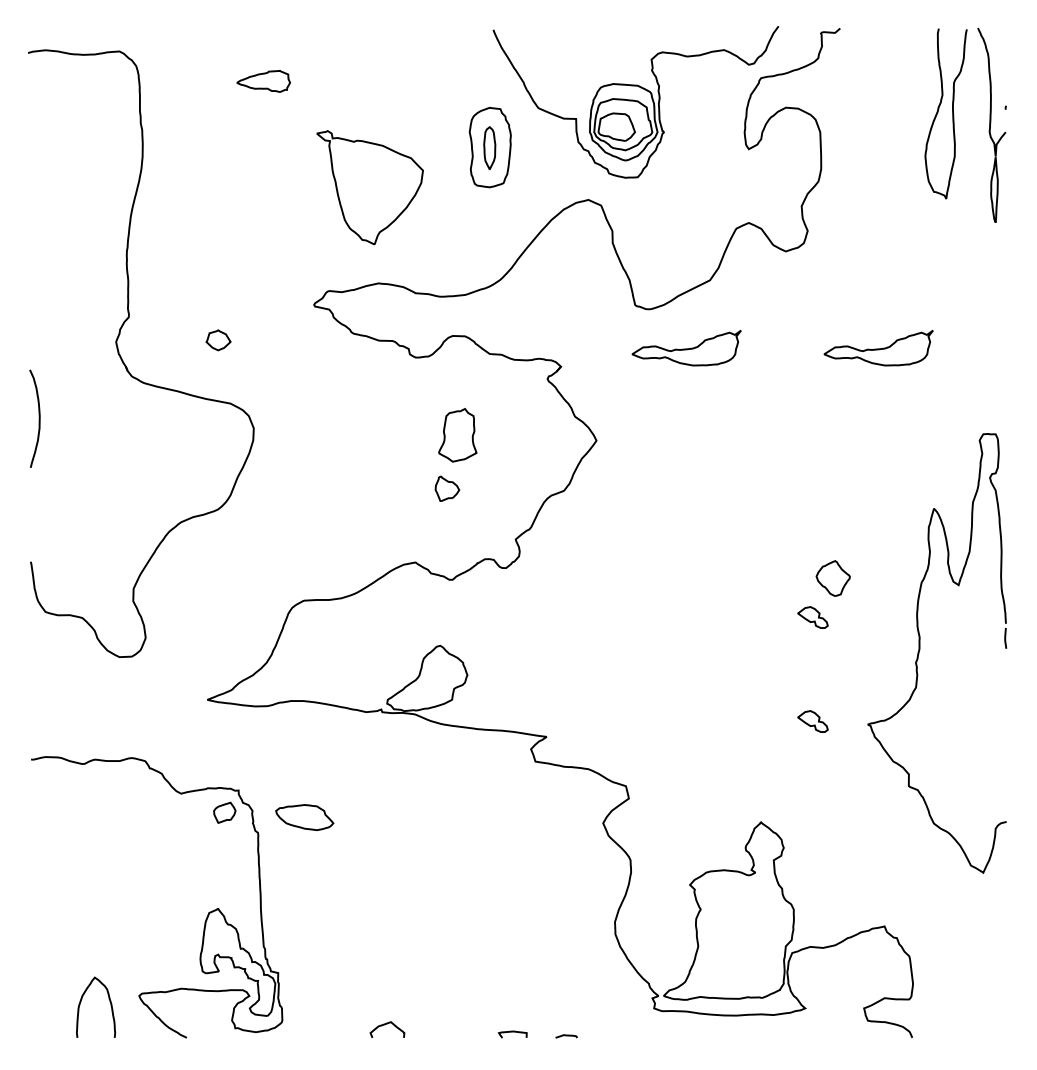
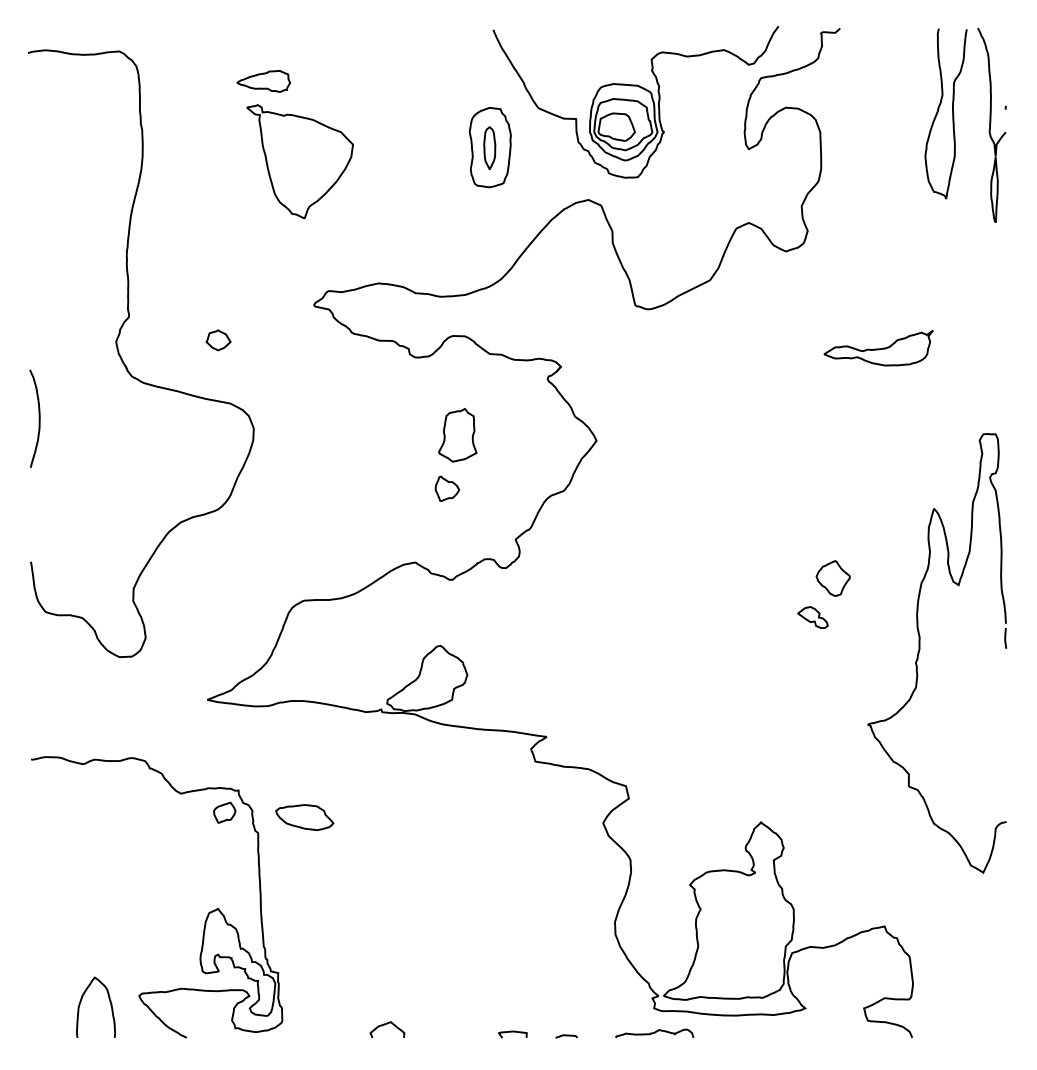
part at (369, 187) position: (369, 187) -> (299, 161)
part at (686, 348): present -> none
part at (812, 721): present -> none
curve at (654, 1033): none -> present
